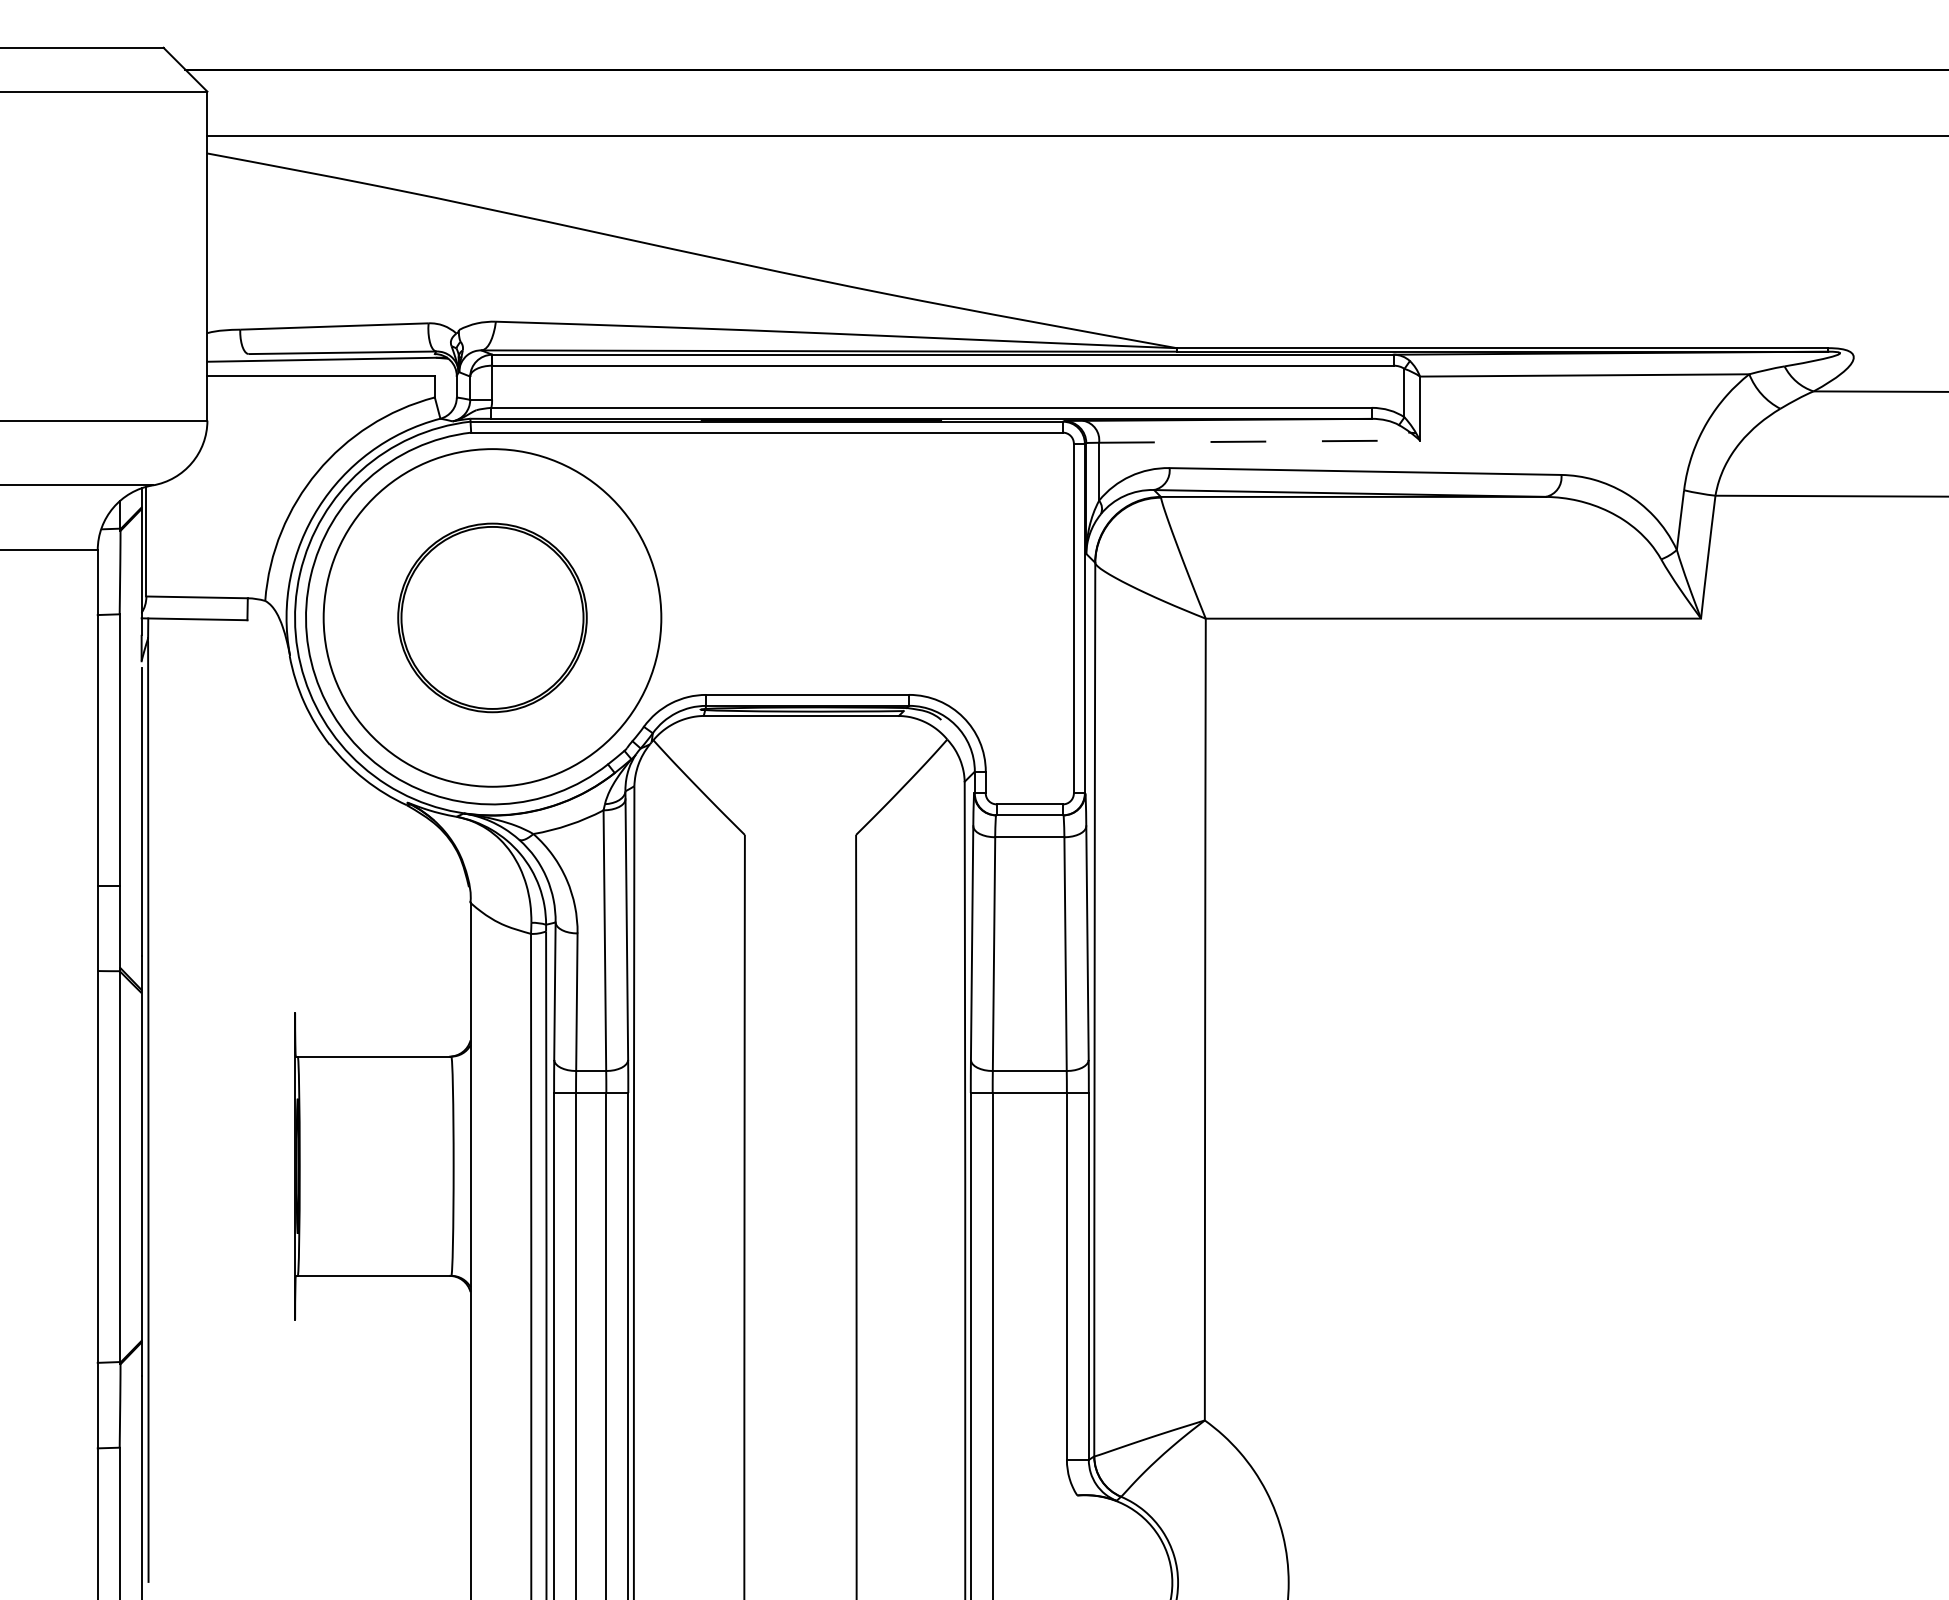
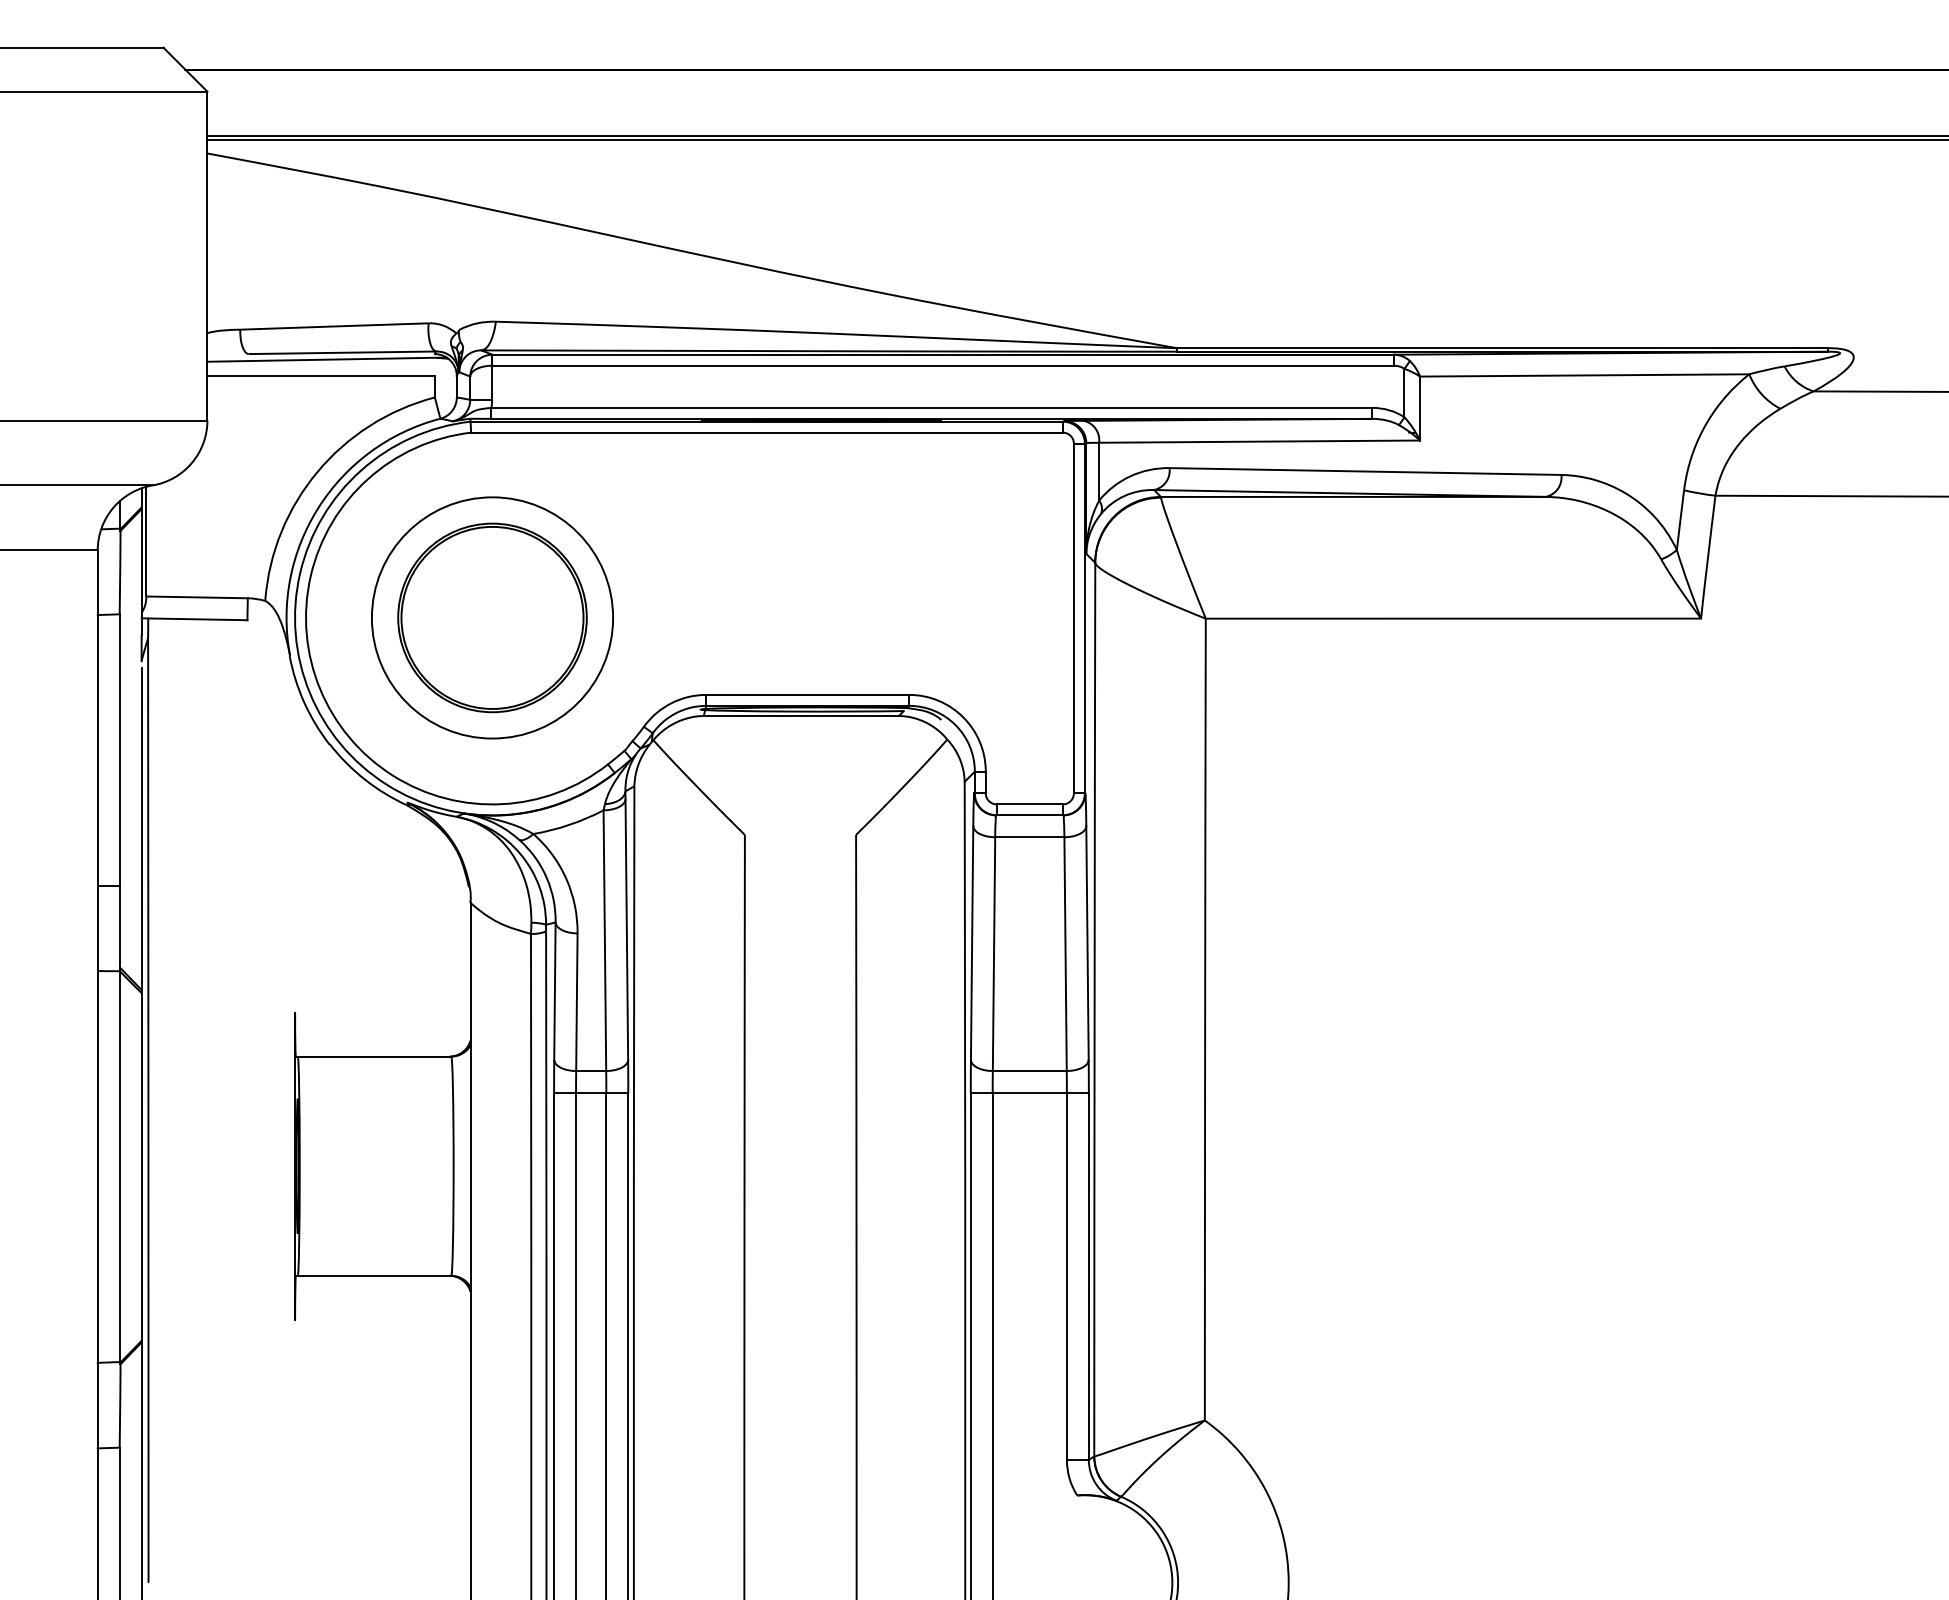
line at (1076, 139): none -> present
line at (1260, 441): dashed -> solid
circle at (492, 617) diameter: 338 px -> 241 px
